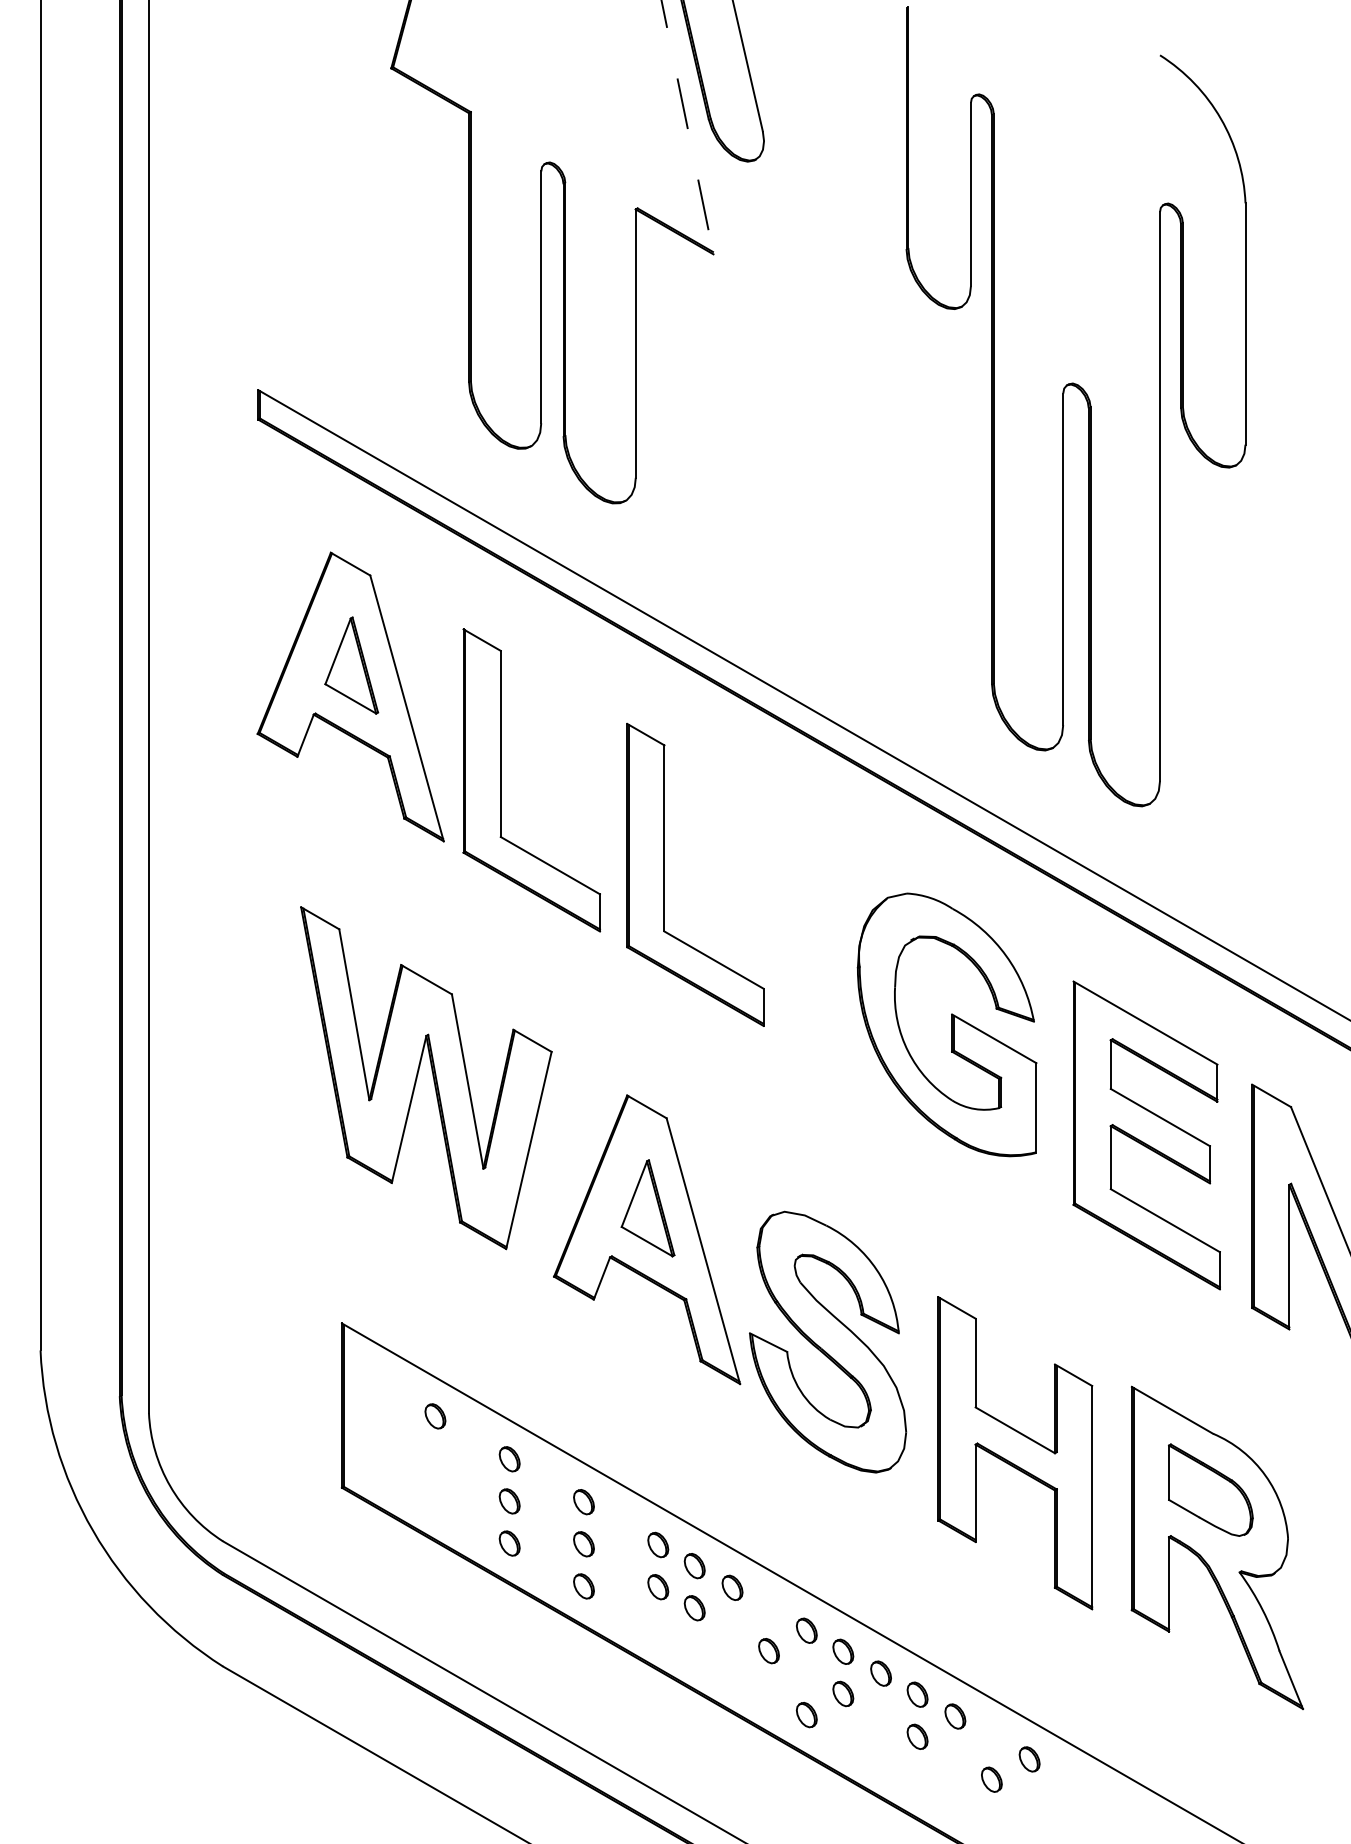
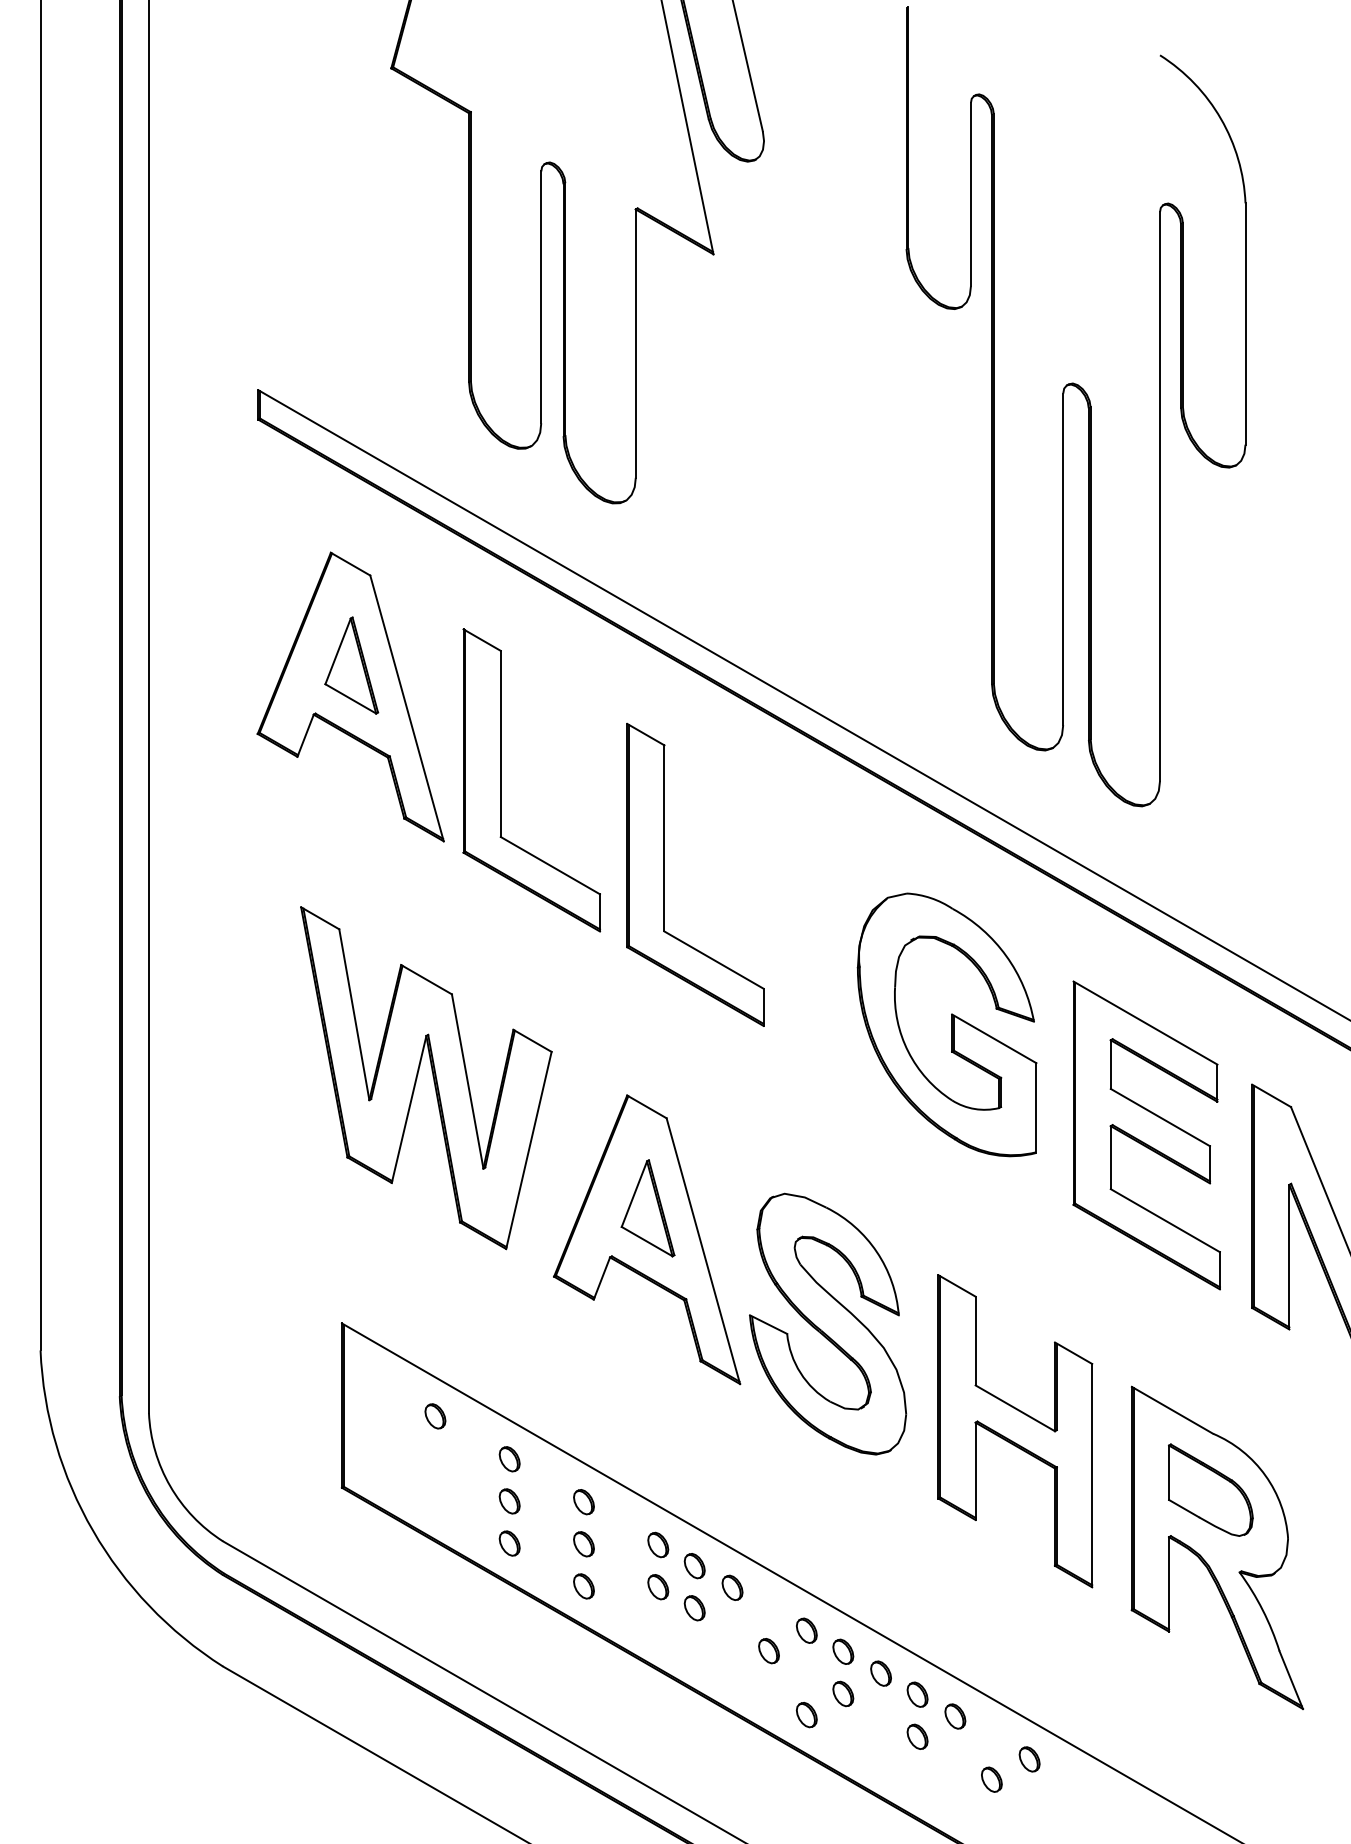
line at (687, 127): dashed -> solid
part at (828, 1341) position: (828, 1341) -> (828, 1323)
part at (1015, 1453) position: (1015, 1453) -> (1015, 1431)
